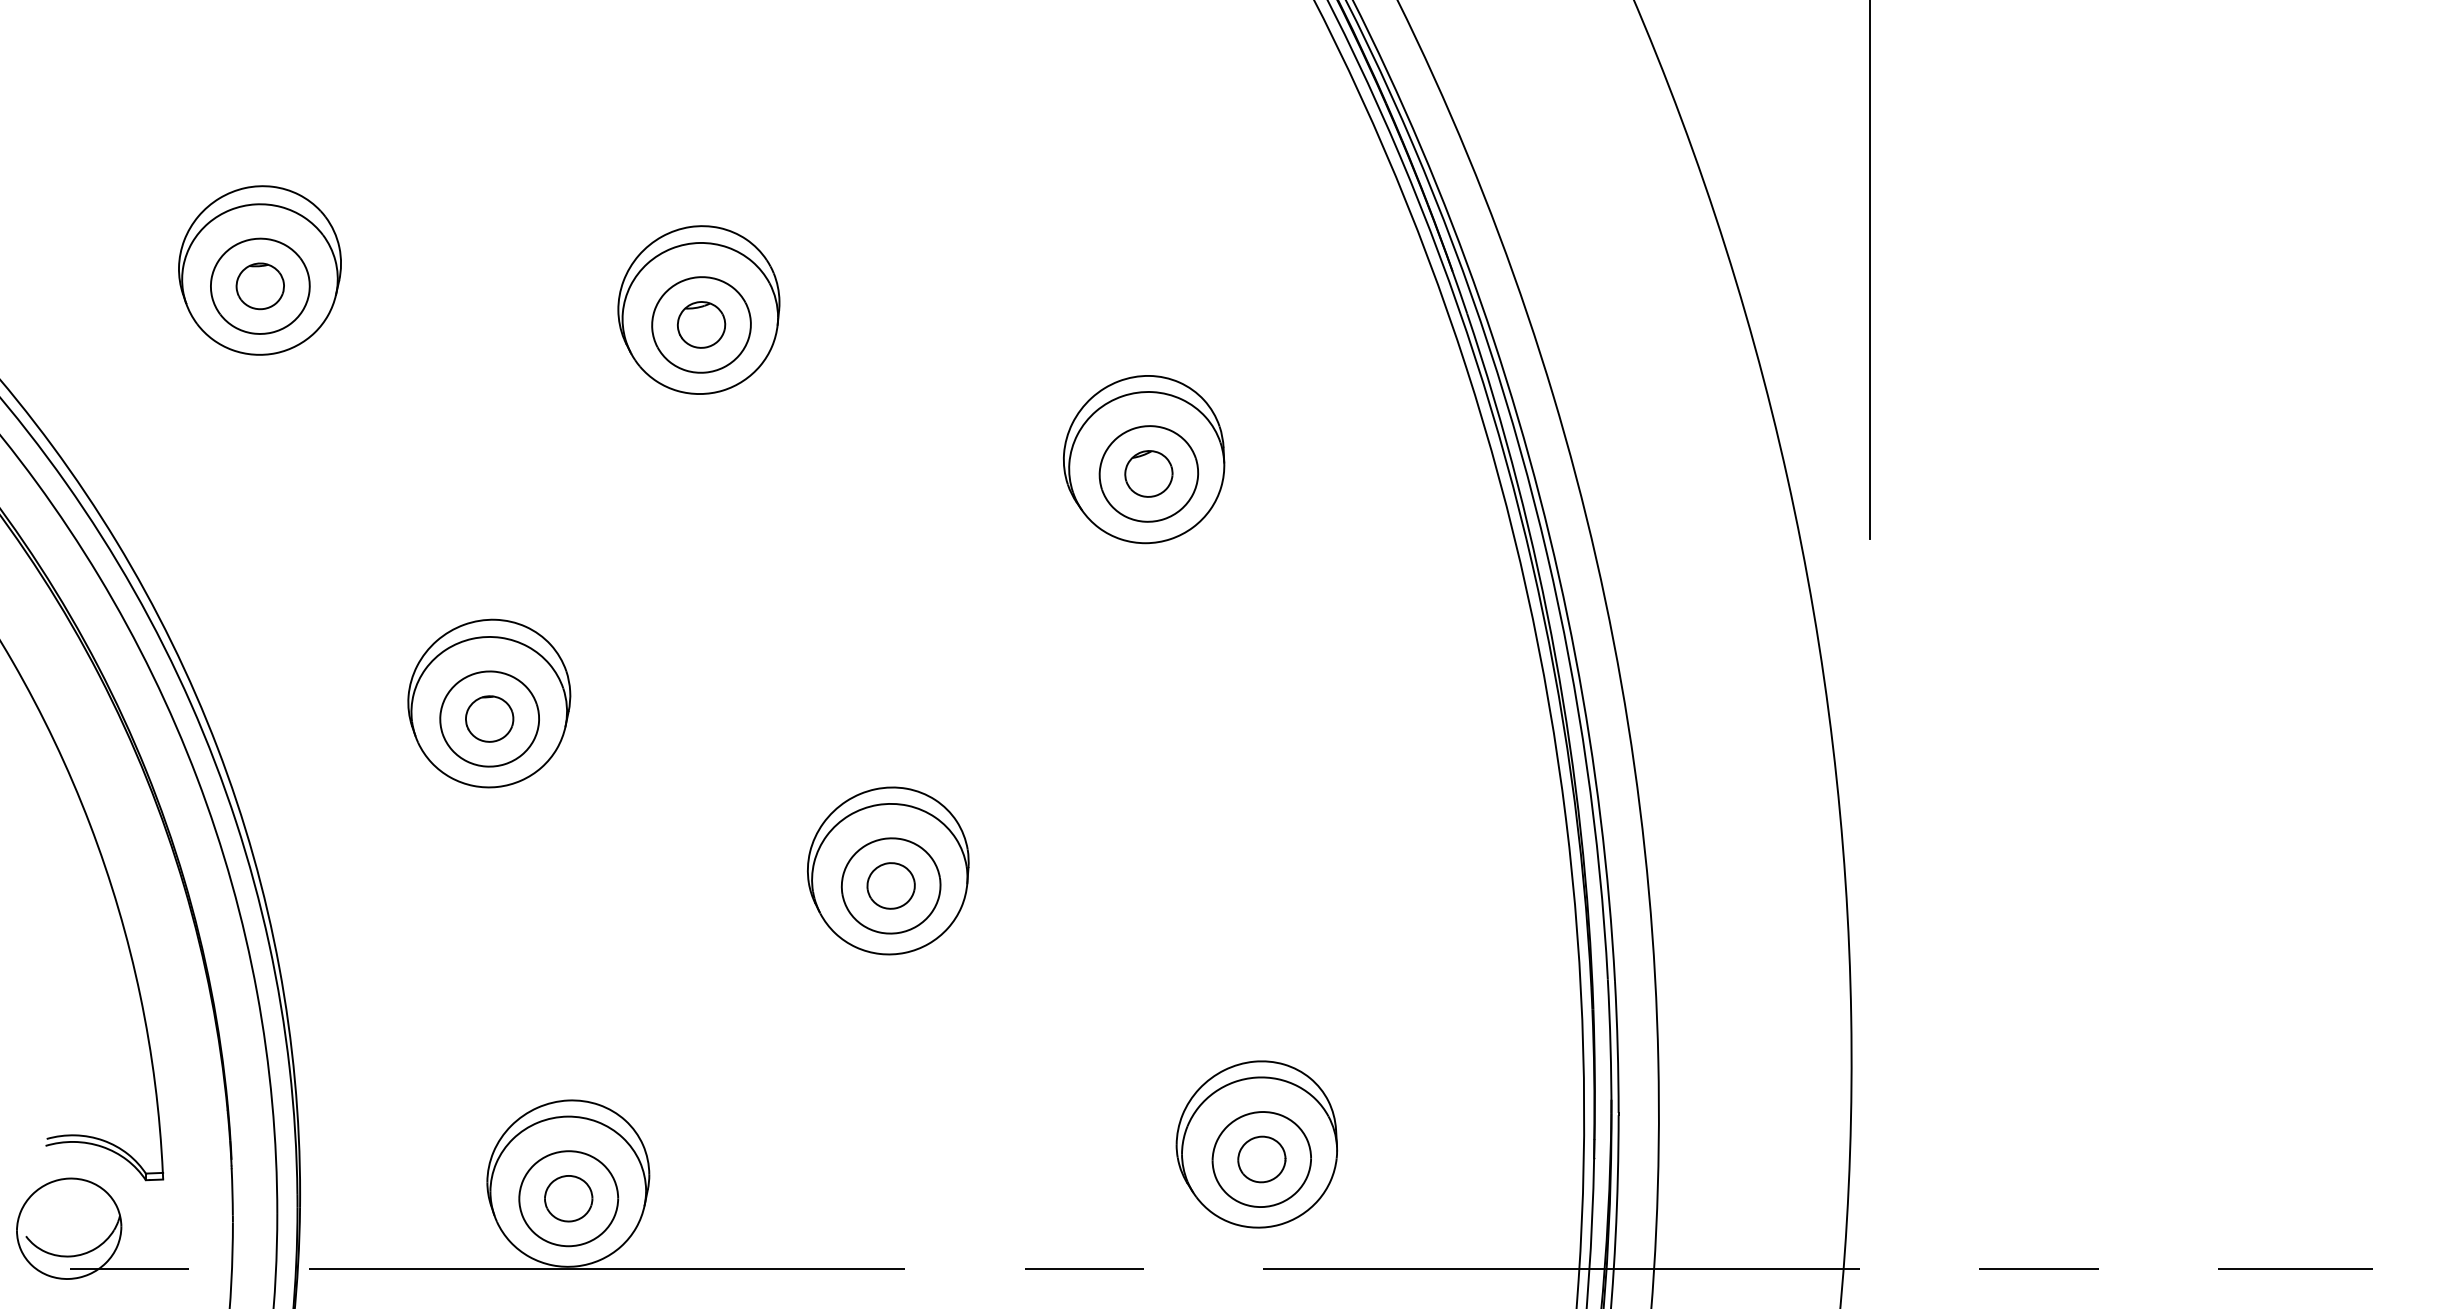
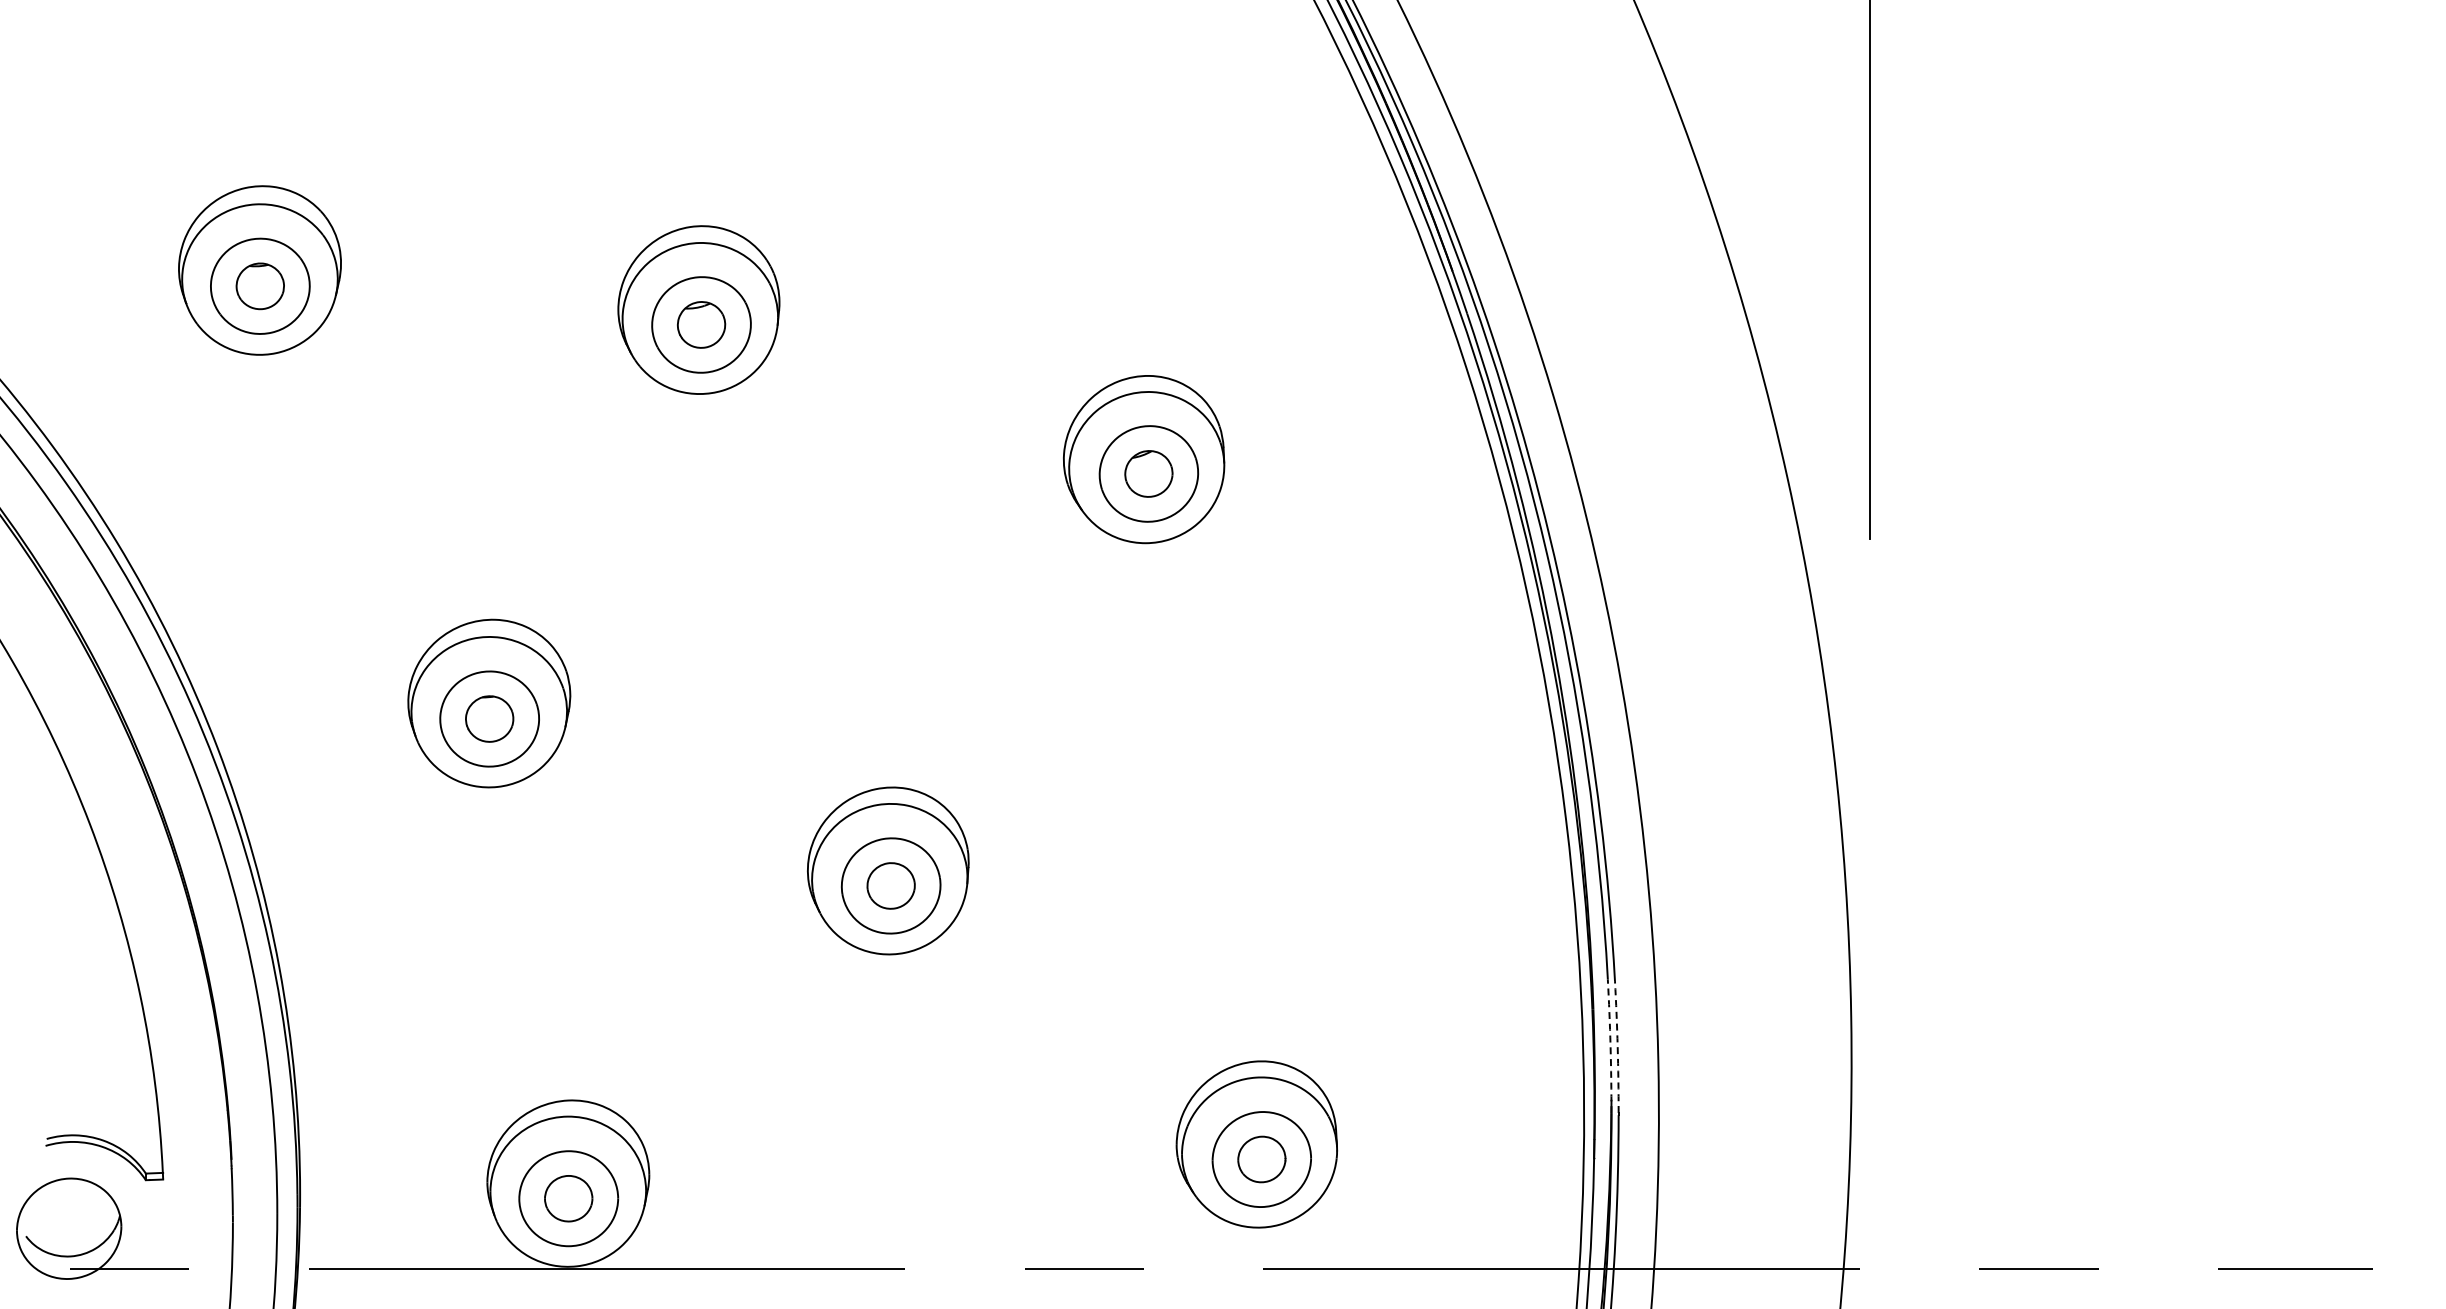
arc at (1610, 1046): solid -> dashed
arc at (1617, 1047): solid -> dashed
